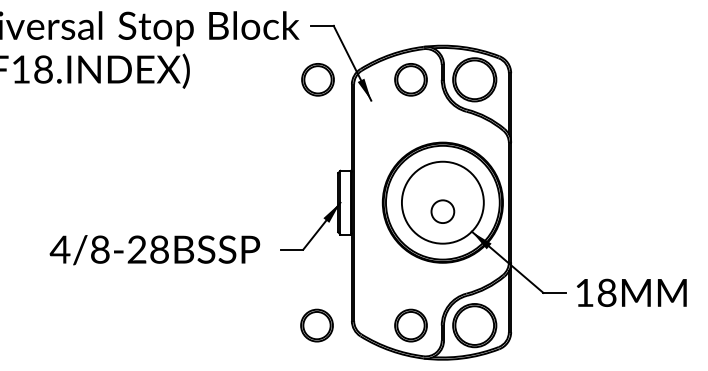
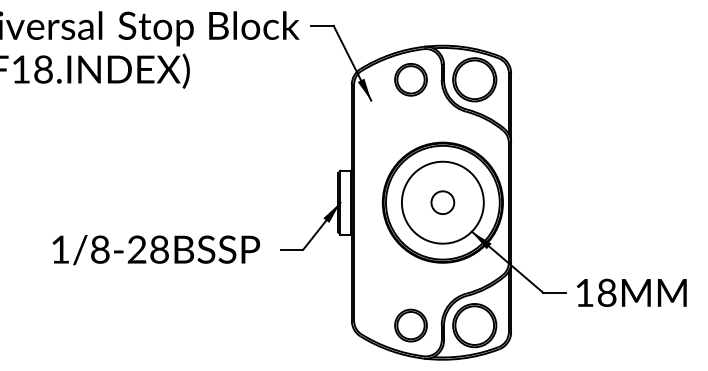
part at (317, 79): present -> none
circle at (442, 211) position: (442, 211) -> (442, 202)
text at (59, 249): 4/8-28 -> 1/8-28
part at (316, 325): present -> none
